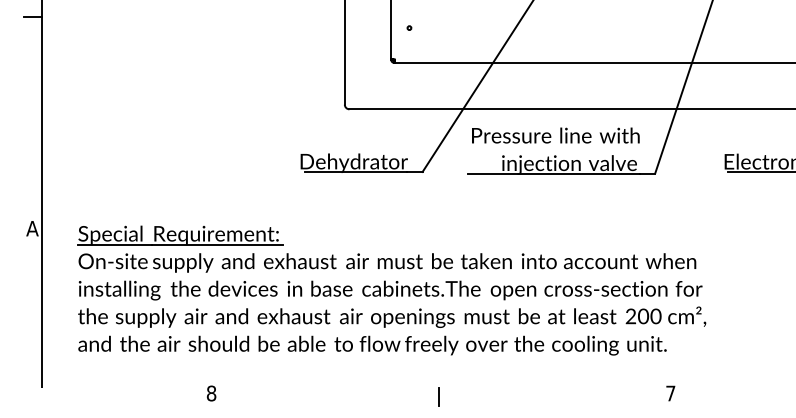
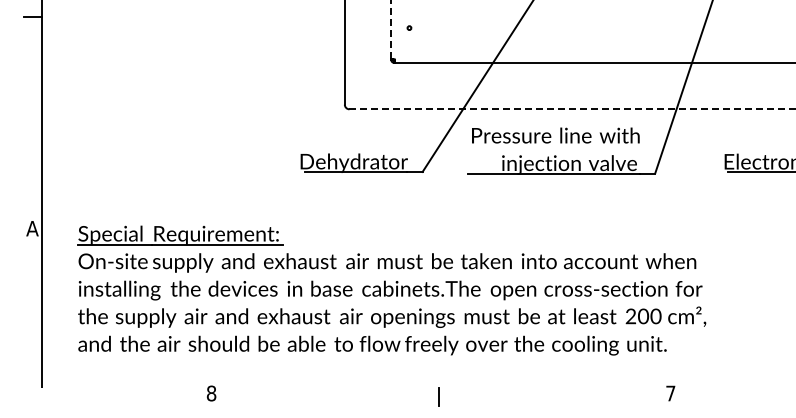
line at (391, 30): solid -> dashed
line at (572, 109): solid -> dashed
